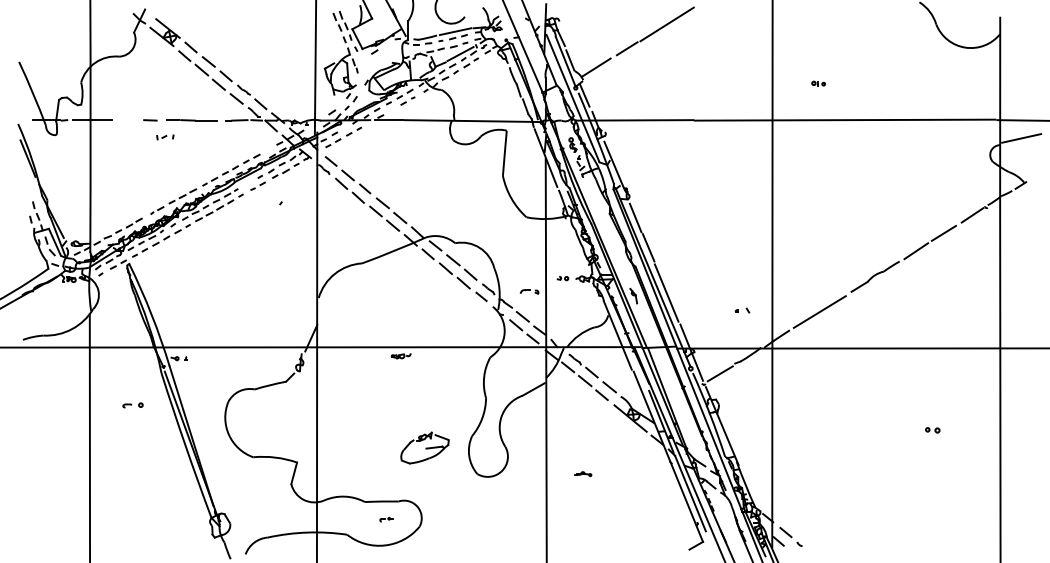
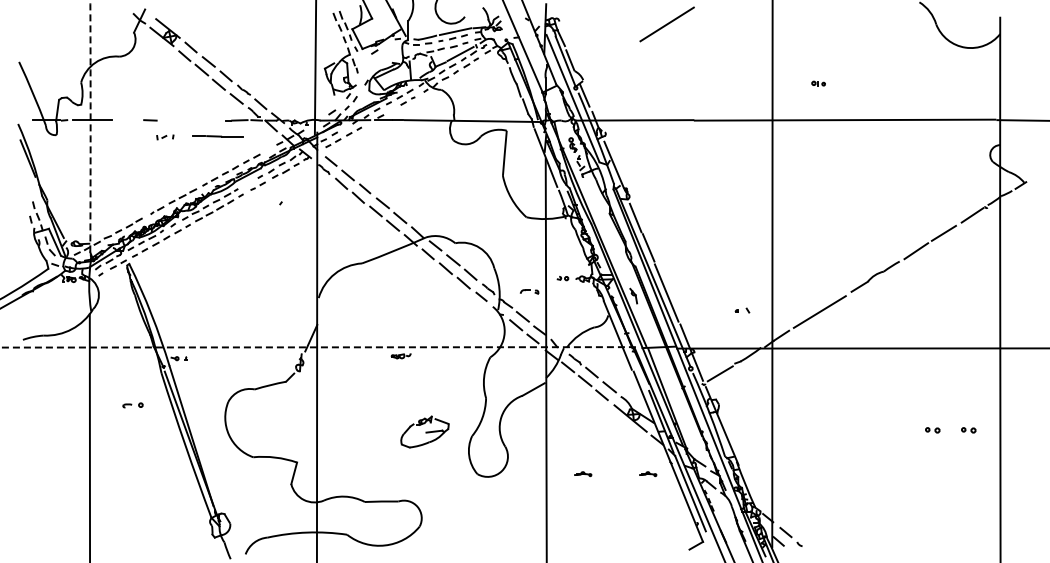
line at (626, 48): present -> none
line at (595, 67): present -> none
line at (191, 120) position: (191, 120) -> (217, 136)
arc at (90, 125): solid -> dashed
line at (1021, 138): present -> none
line at (320, 347): solid -> dashed
part at (968, 430): none -> present
part at (424, 447) position: (424, 447) -> (424, 431)
part at (648, 474): none -> present
part at (386, 519): present -> none
